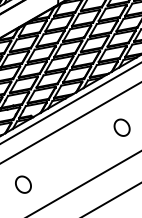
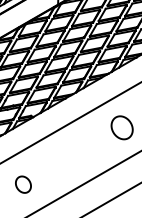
line at (70, 102): present -> none
part at (121, 127) size: 18x19 px -> 24x26 px
